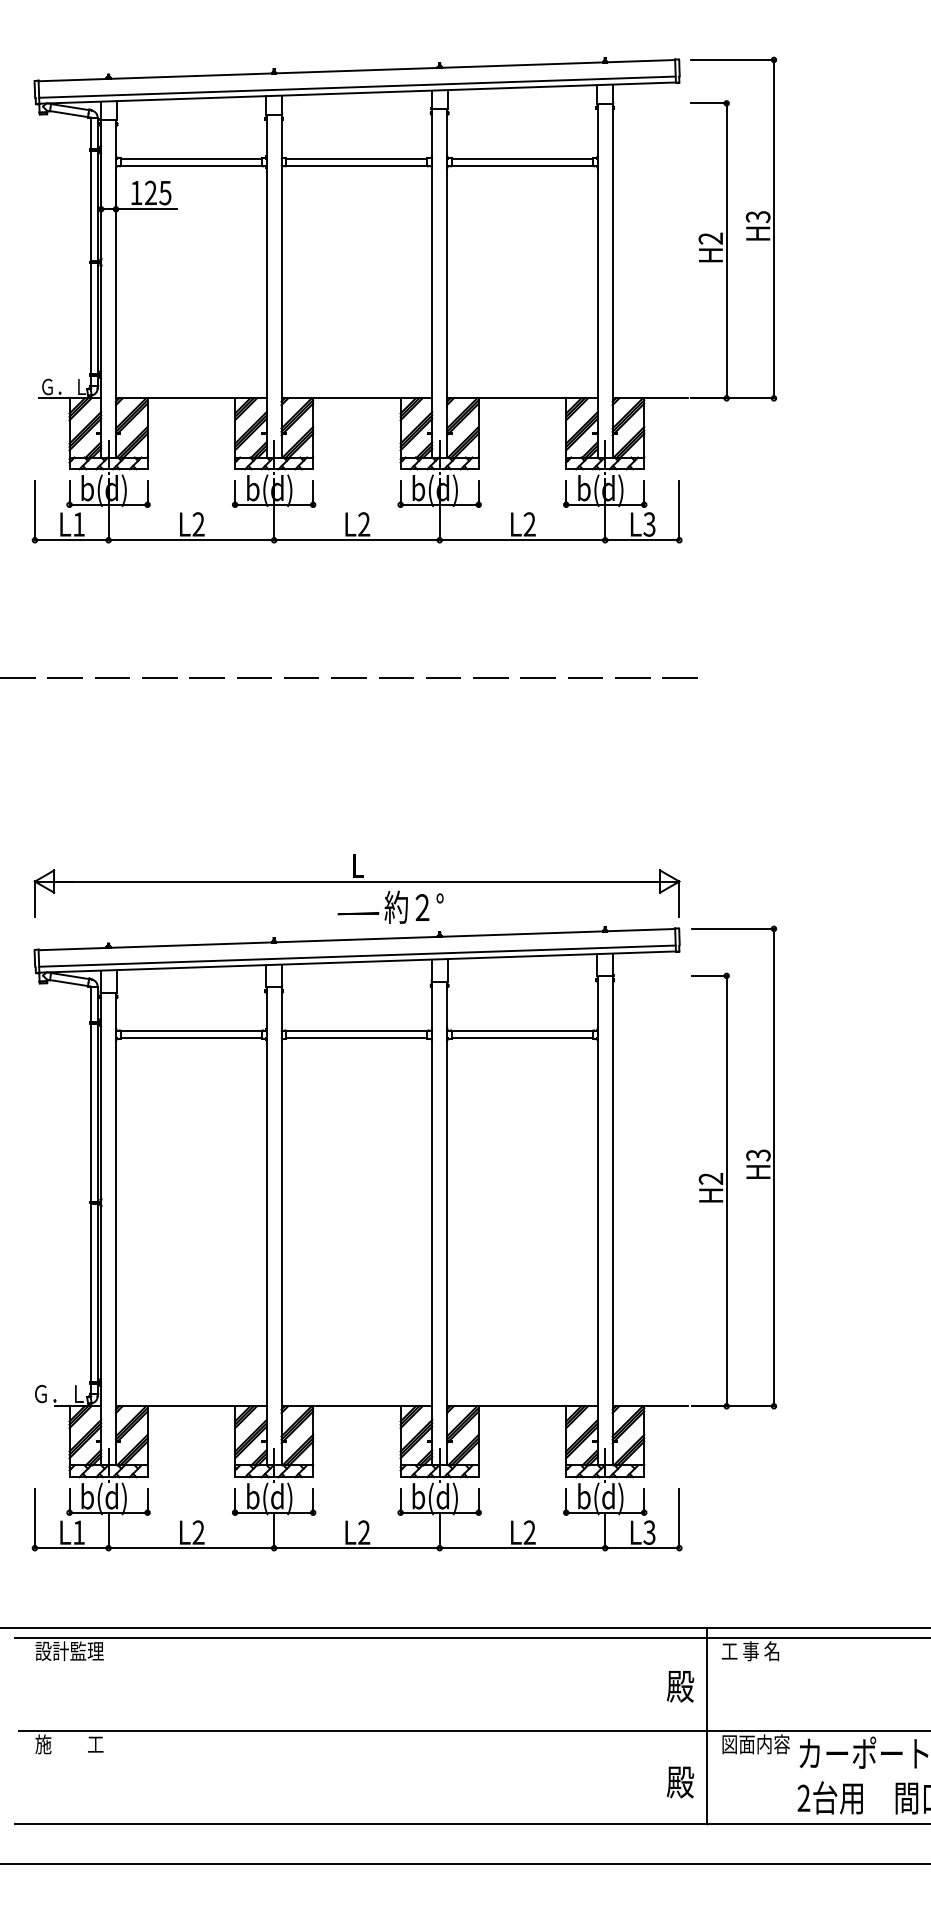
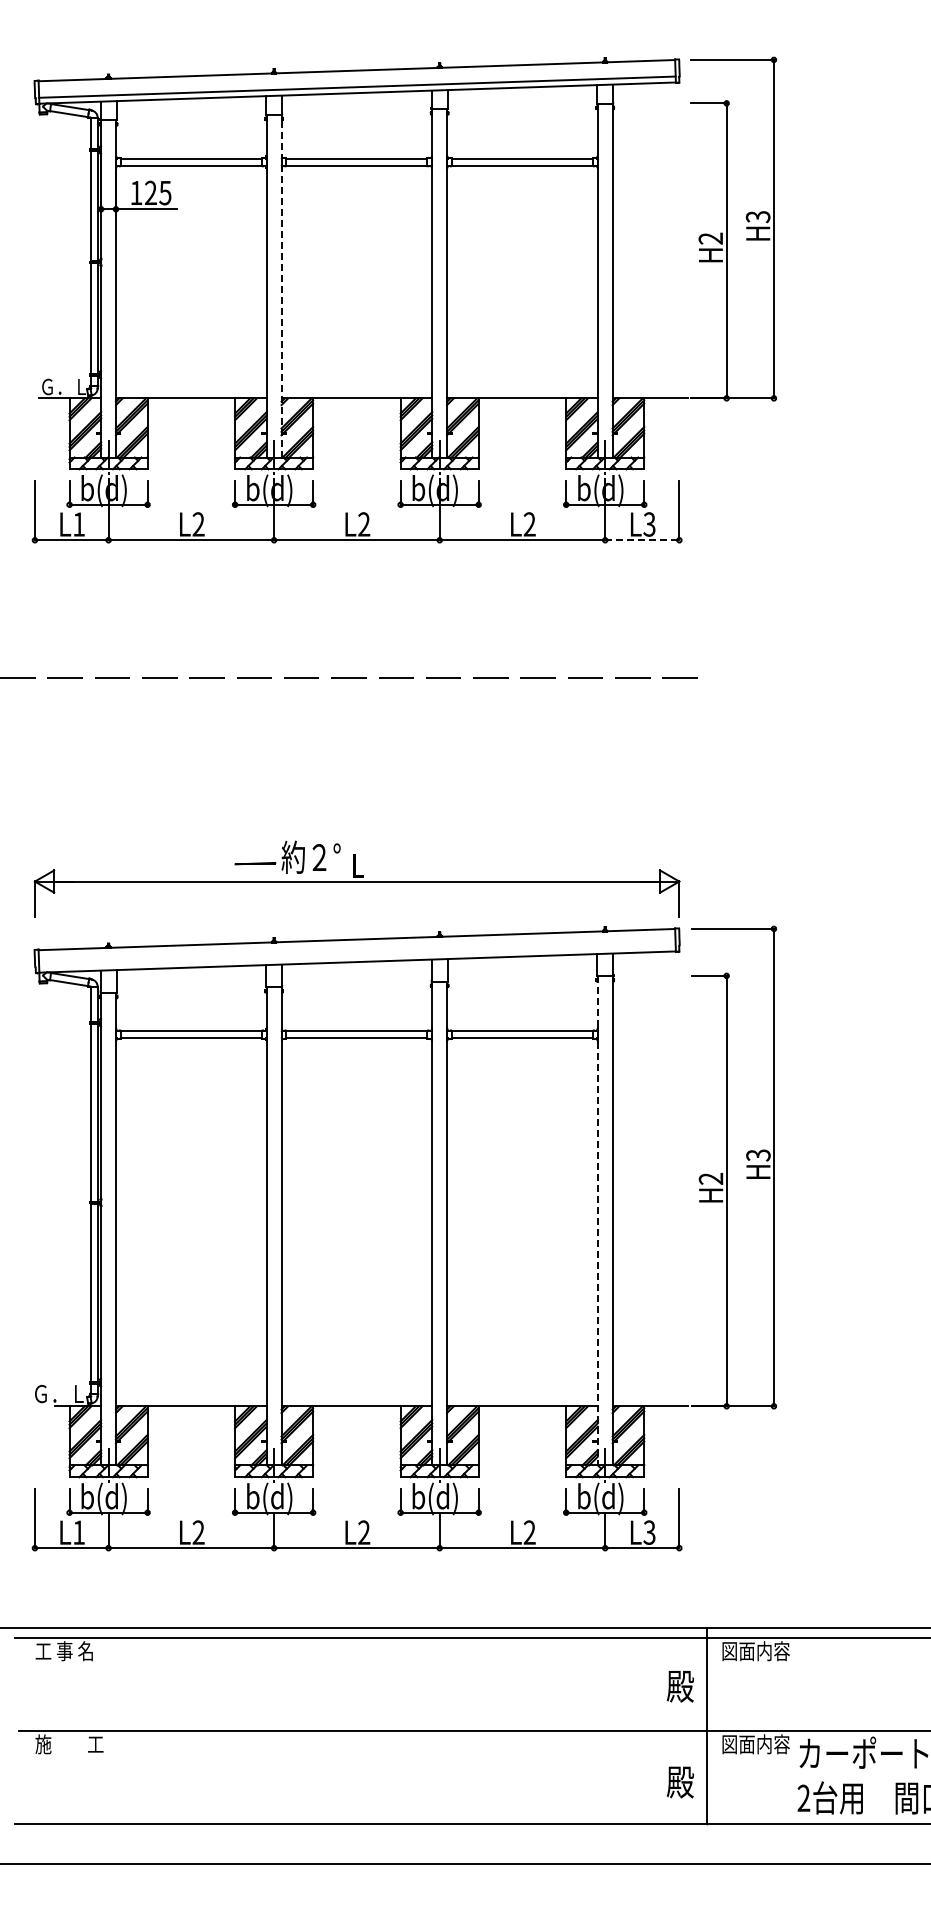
line at (281, 285): solid -> dashed
line at (642, 540): solid -> dashed
part at (390, 906) position: (390, 906) -> (287, 856)
line at (357, 955): present -> none
line at (597, 1220): solid -> dashed
text at (69, 1651): 設計監理 -> 工 事 名
text at (755, 1651): 工 事 名 -> 図面内容
